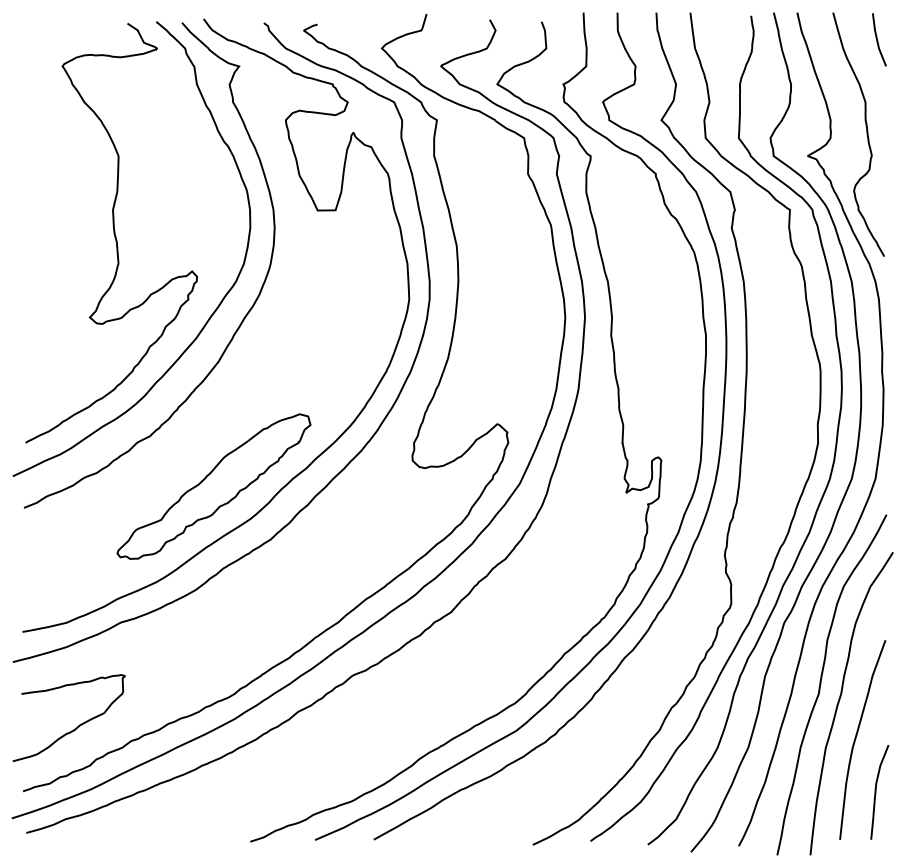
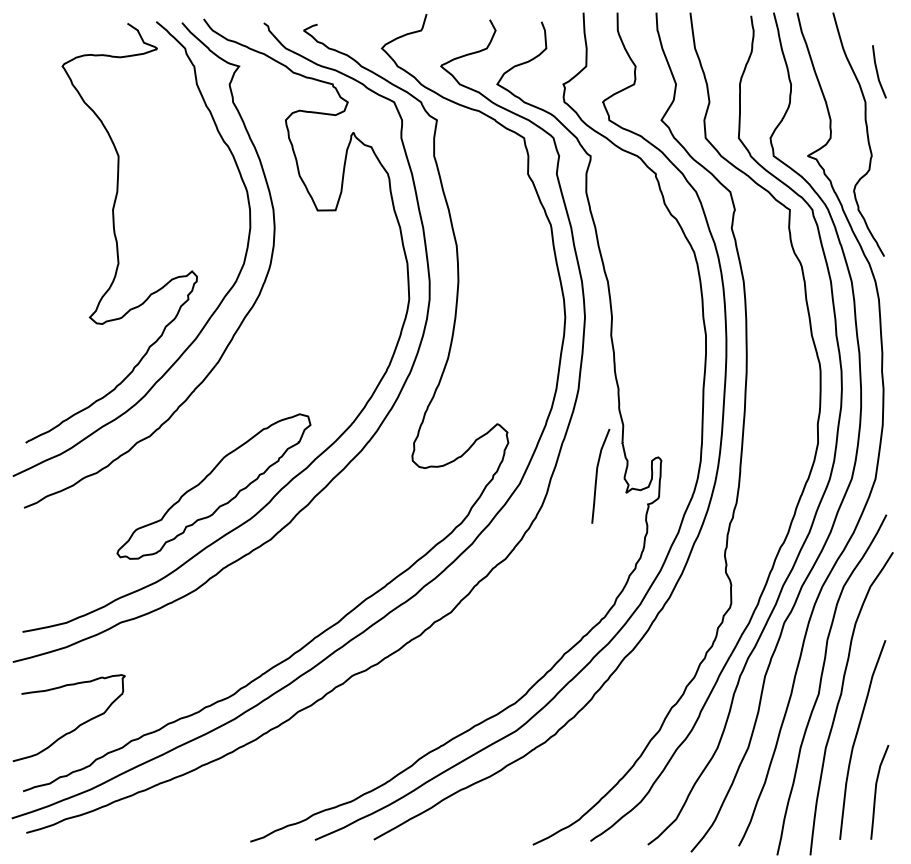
line at (878, 40) position: (878, 40) -> (878, 72)
curve at (597, 476): none -> present
